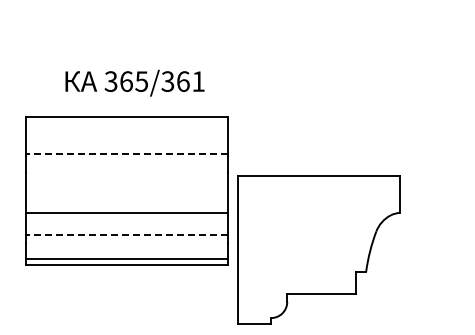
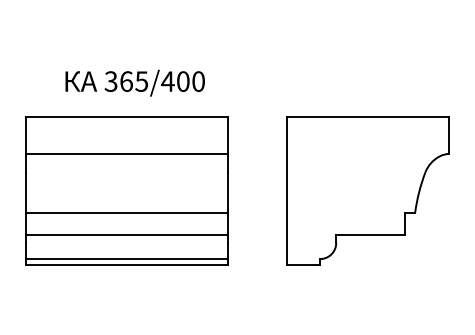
text at (182, 81): 365/361 -> 365/400
line at (126, 153): dashed -> solid
line at (126, 234): dashed -> solid
part at (318, 249) position: (318, 249) -> (367, 190)
